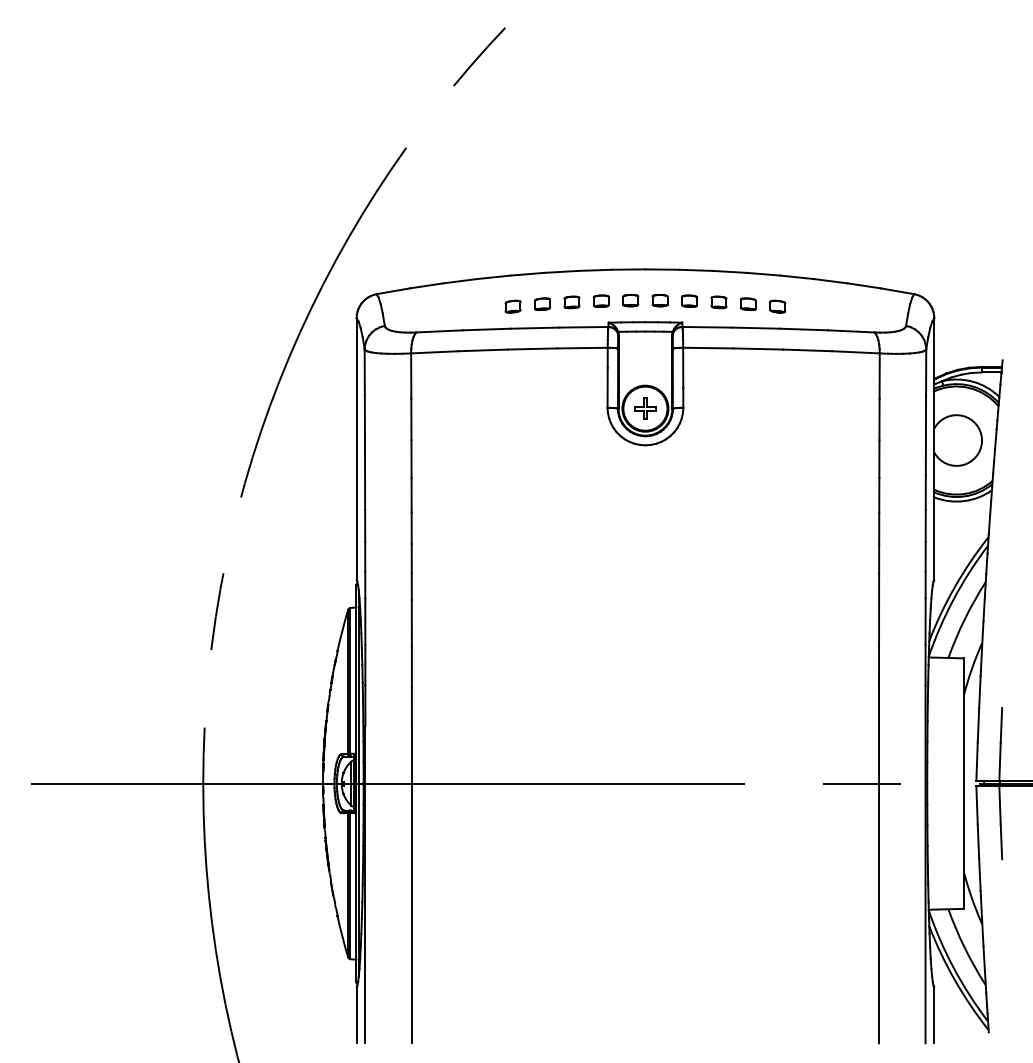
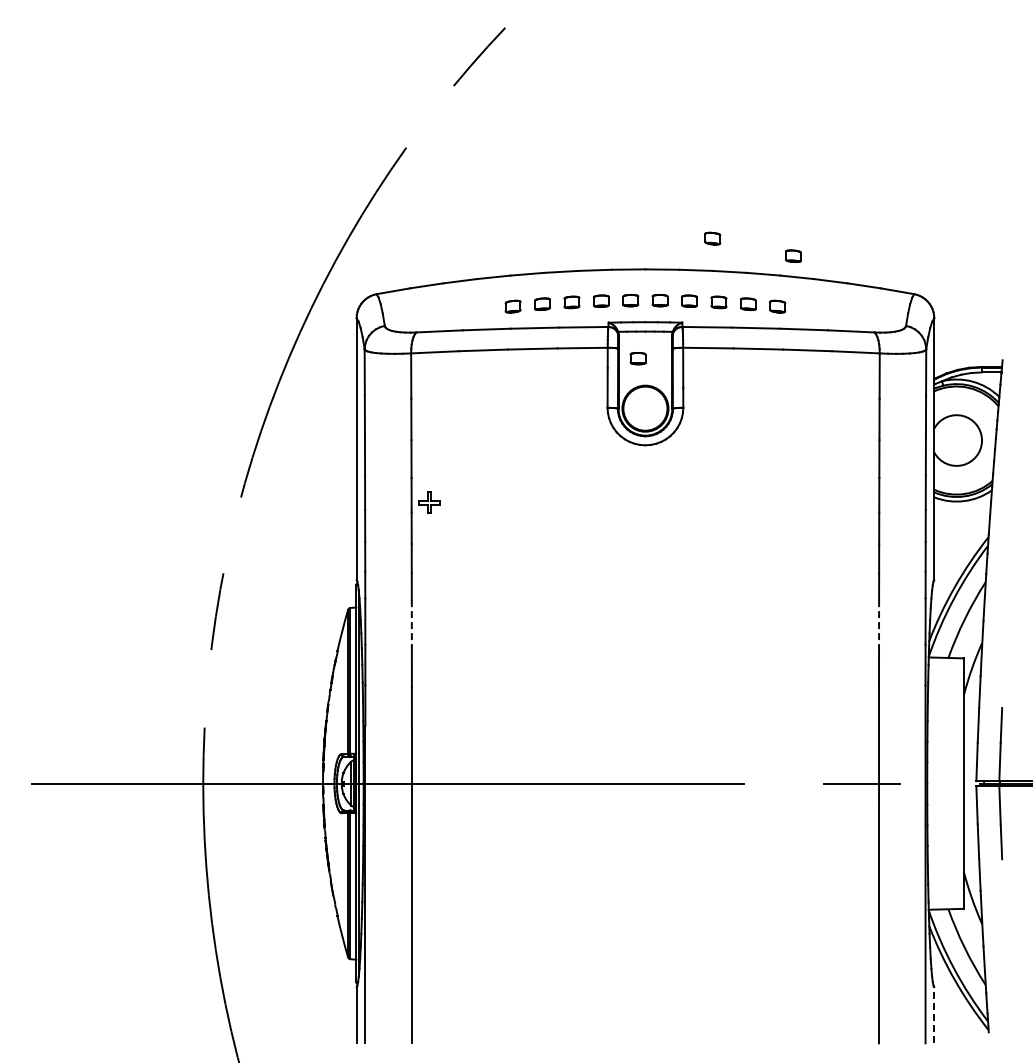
part at (712, 238): none -> present
part at (793, 255): none -> present
part at (637, 358): none -> present
part at (645, 408) position: (645, 408) -> (429, 502)
line at (411, 623): solid -> dashed
line at (879, 623): solid -> dashed
line at (934, 1014): solid -> dashed
